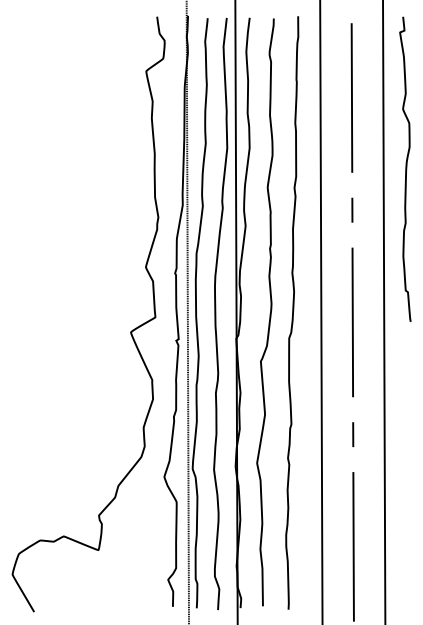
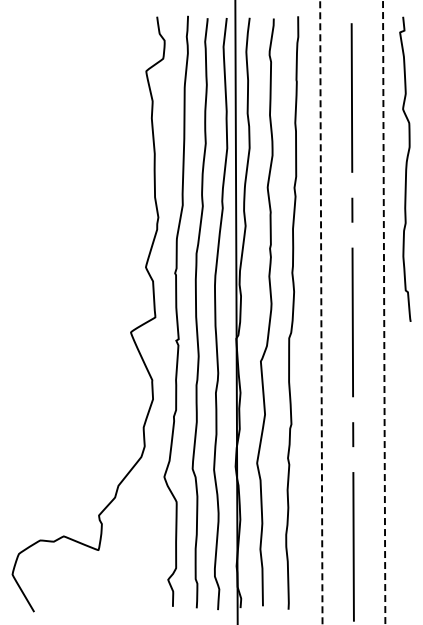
line at (187, 311): present -> none
line at (321, 312): solid -> dashed
line at (384, 312): solid -> dashed
